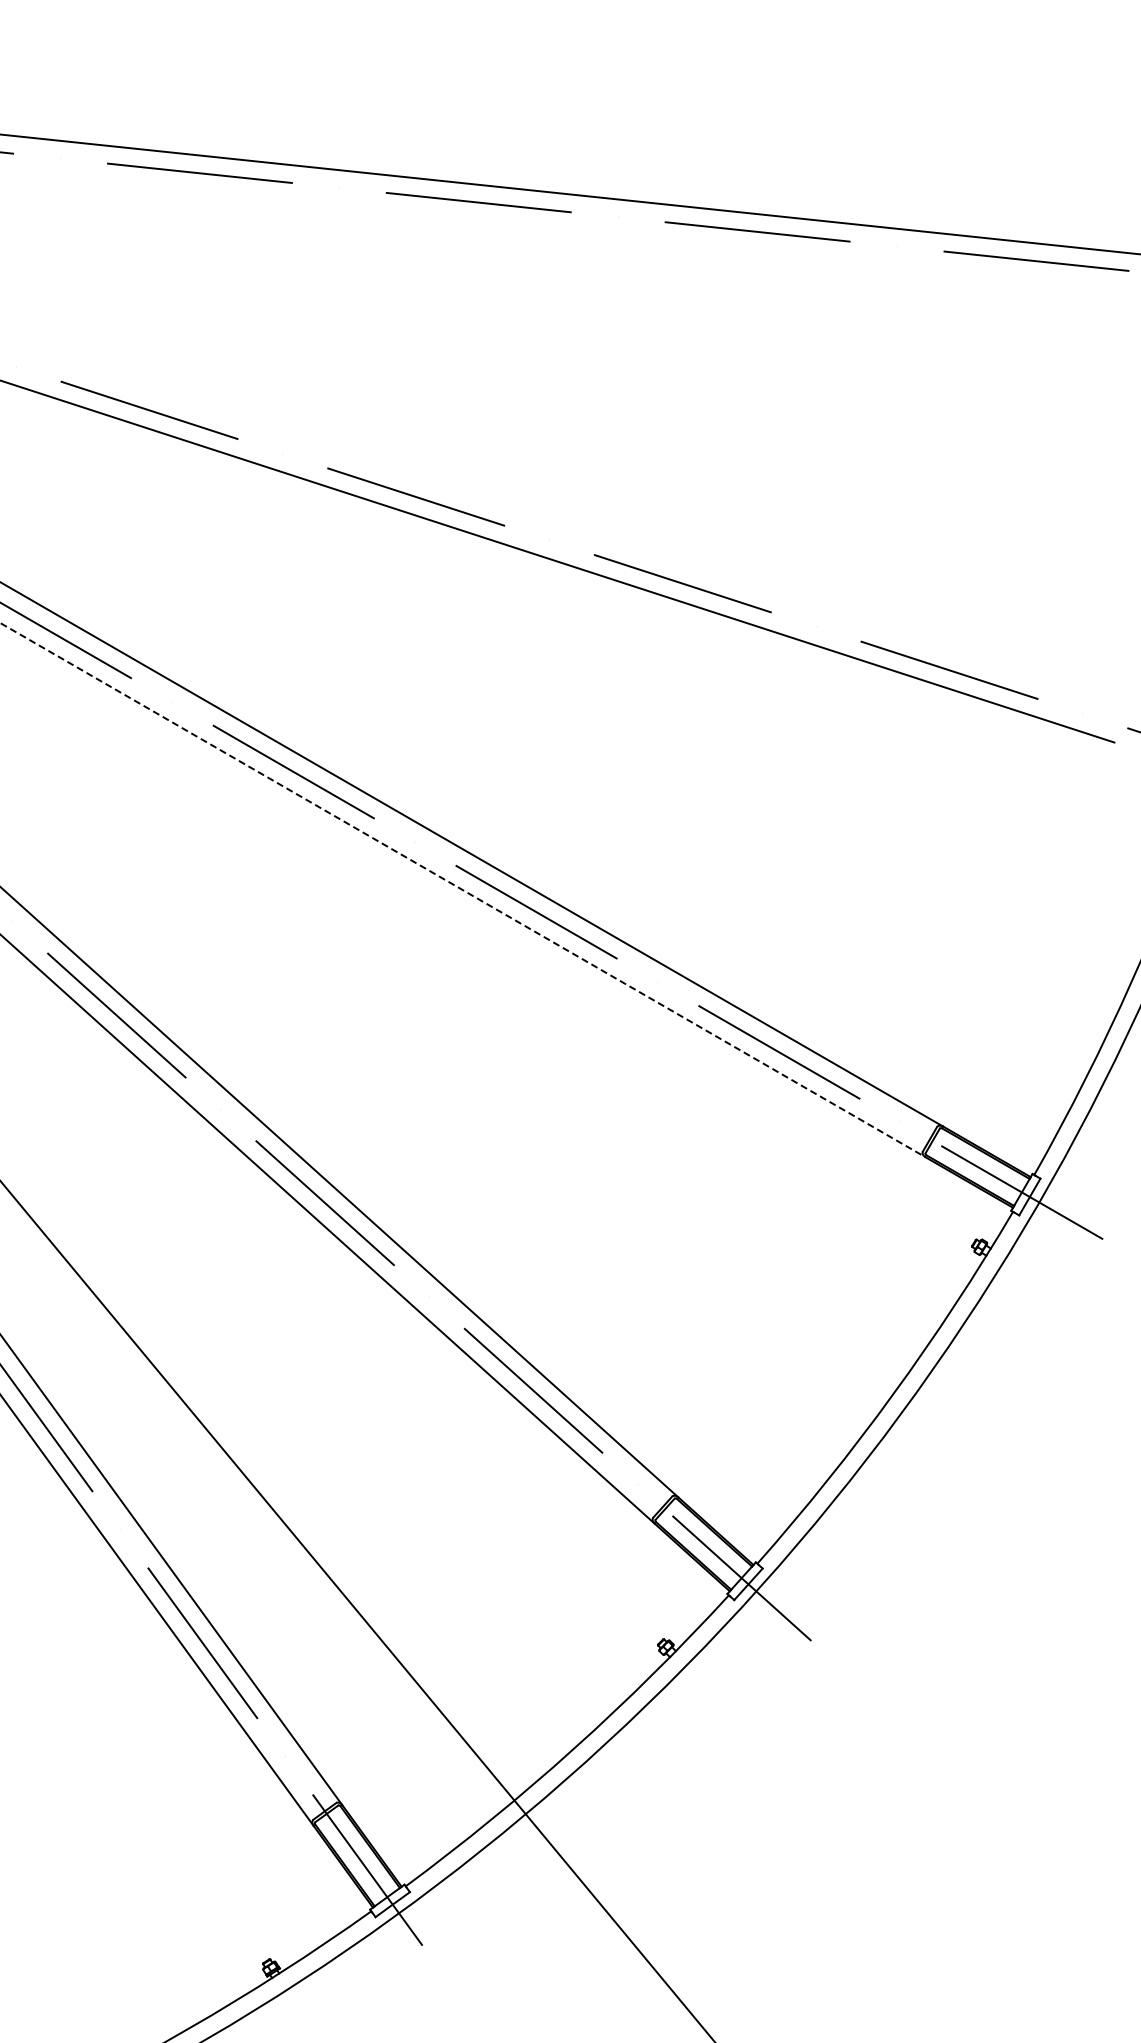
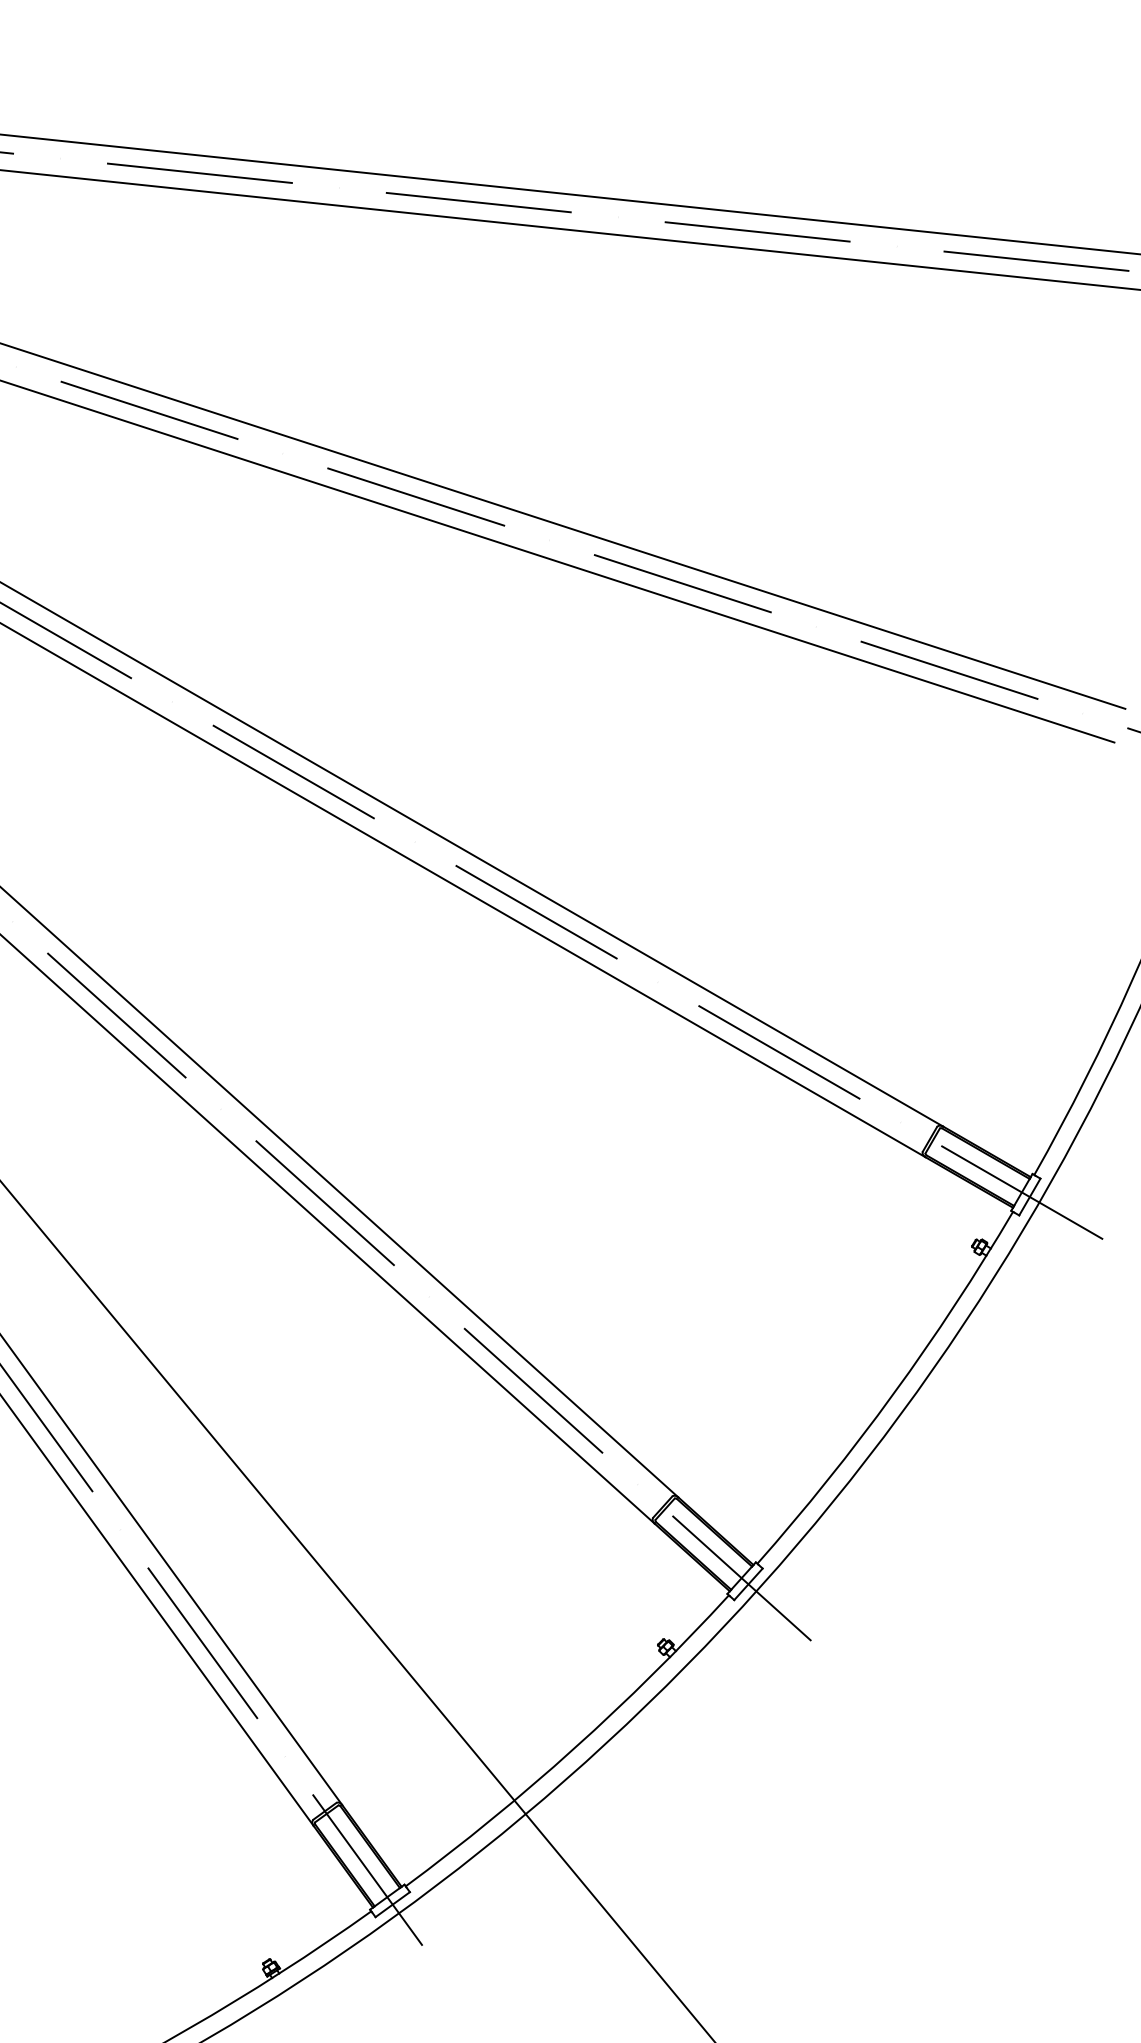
line at (569, 229): none -> present
line at (563, 525): none -> present
line at (463, 890): dashed -> solid
